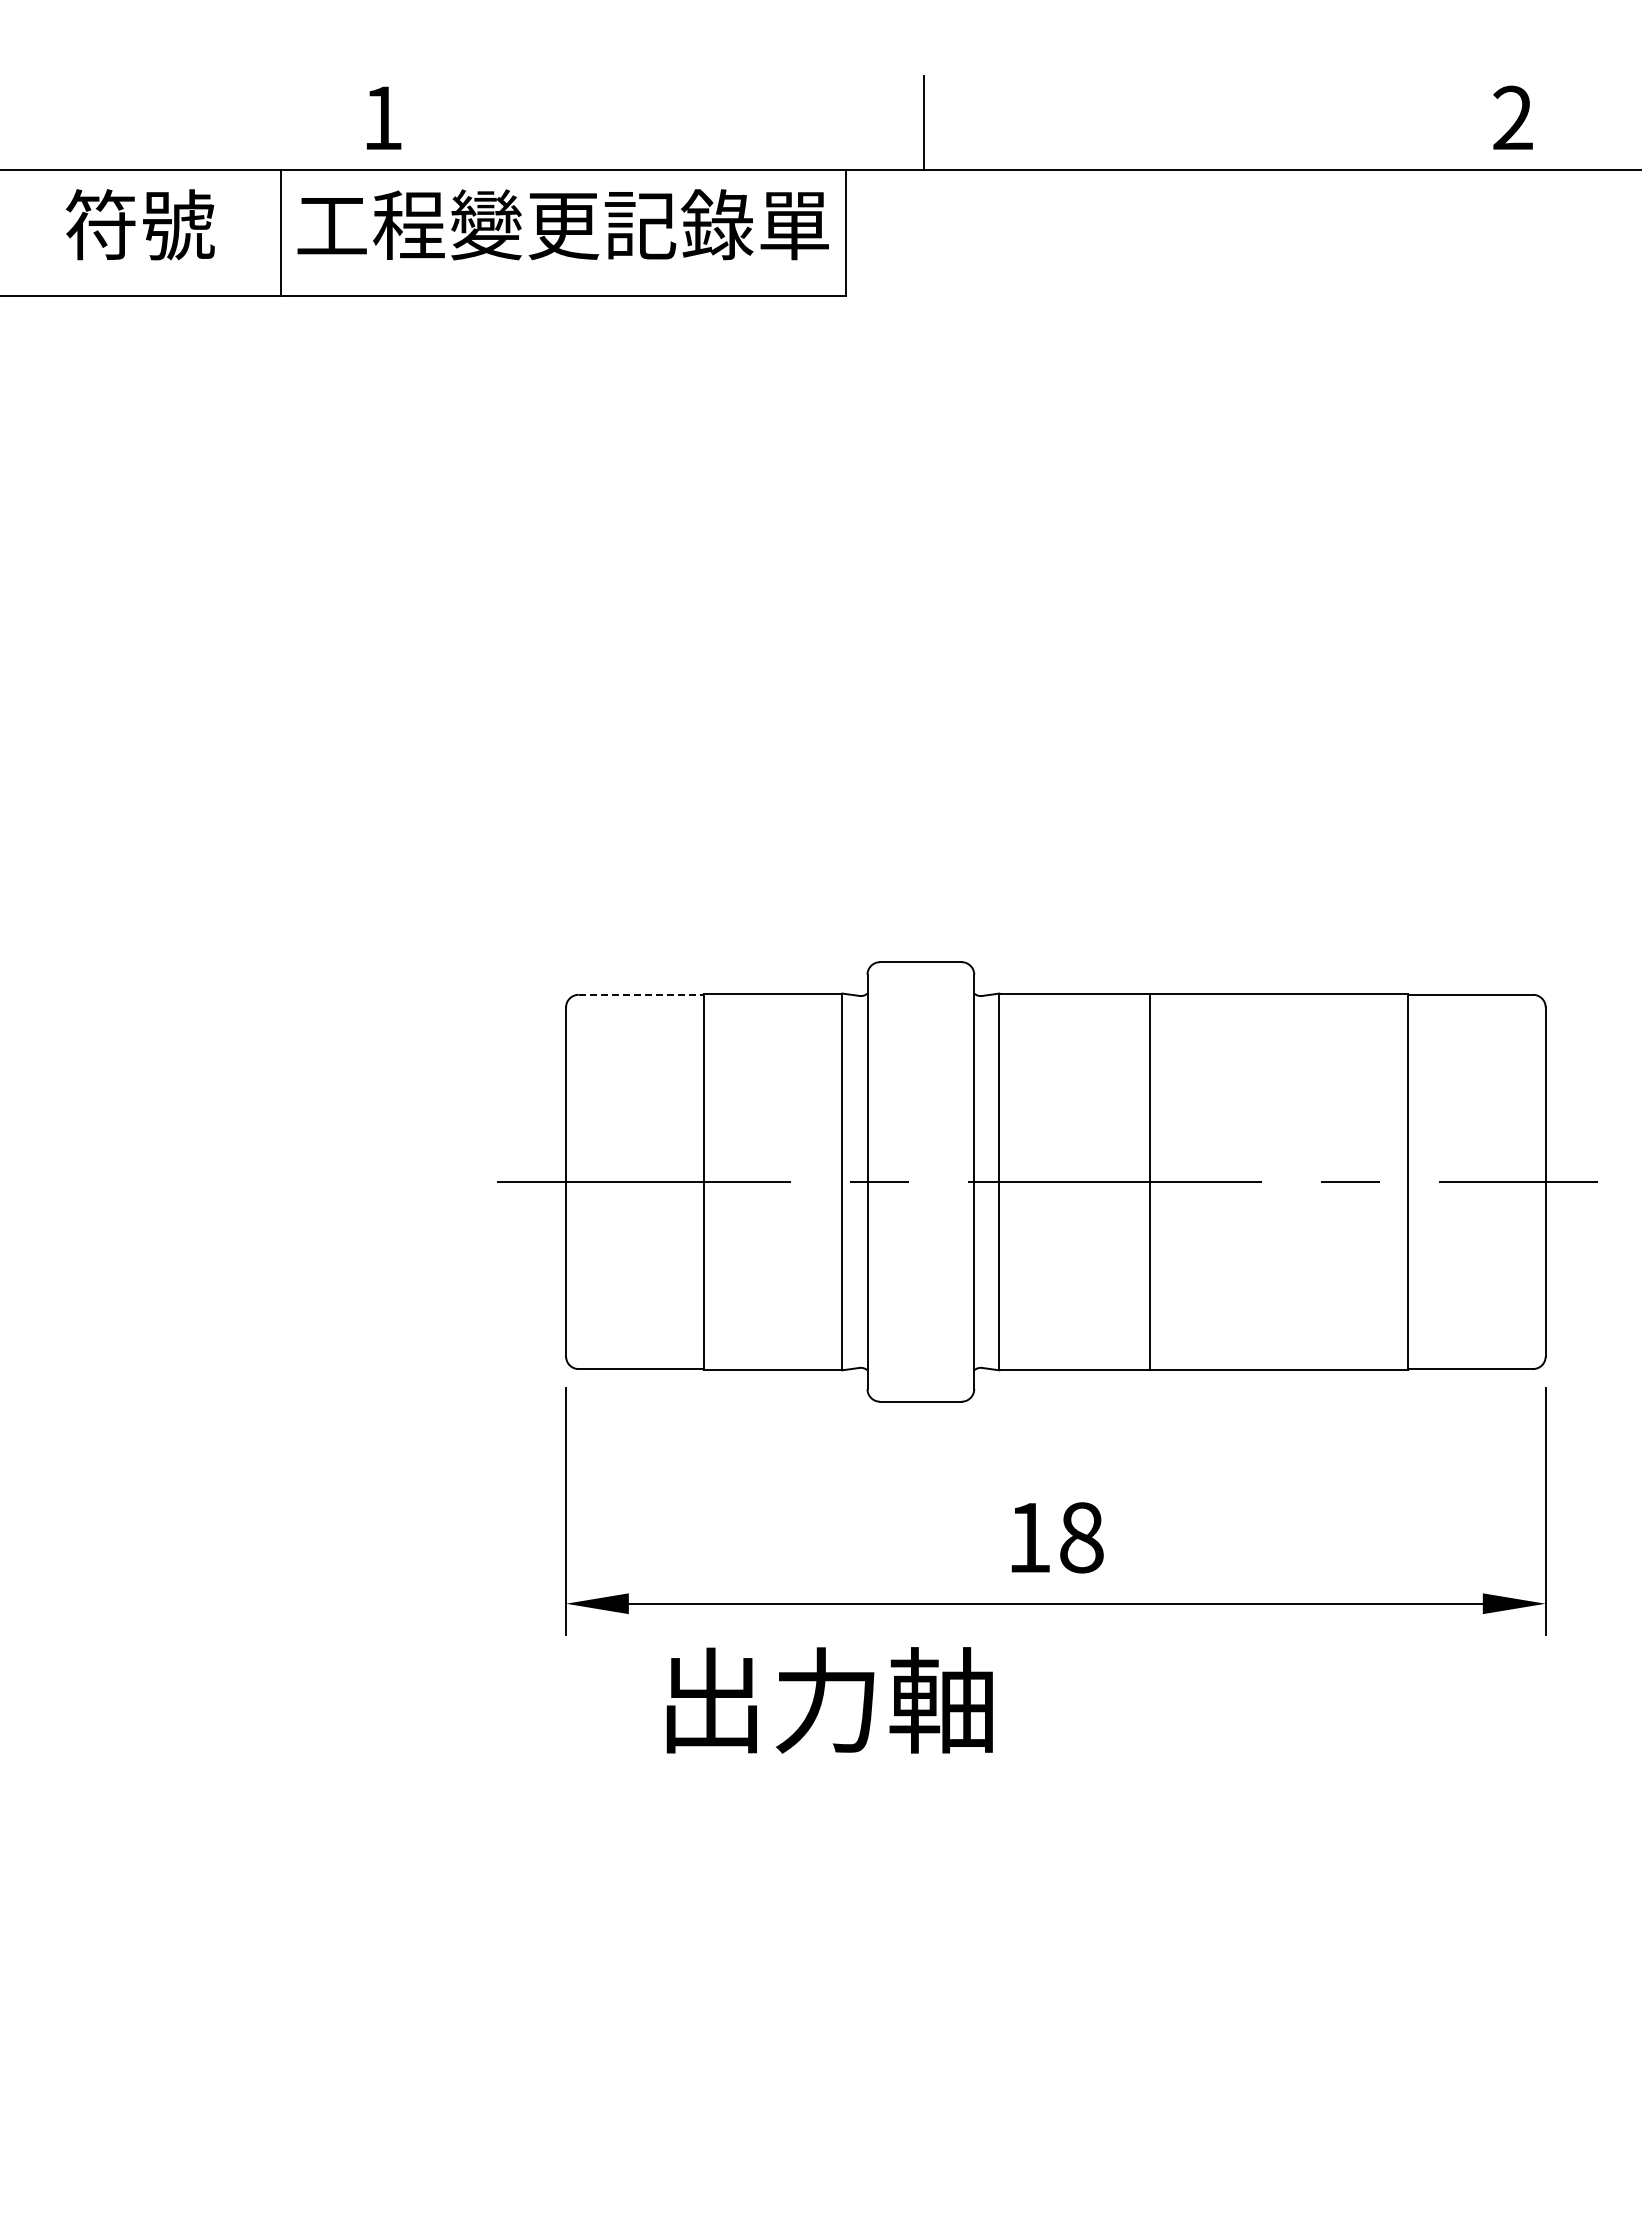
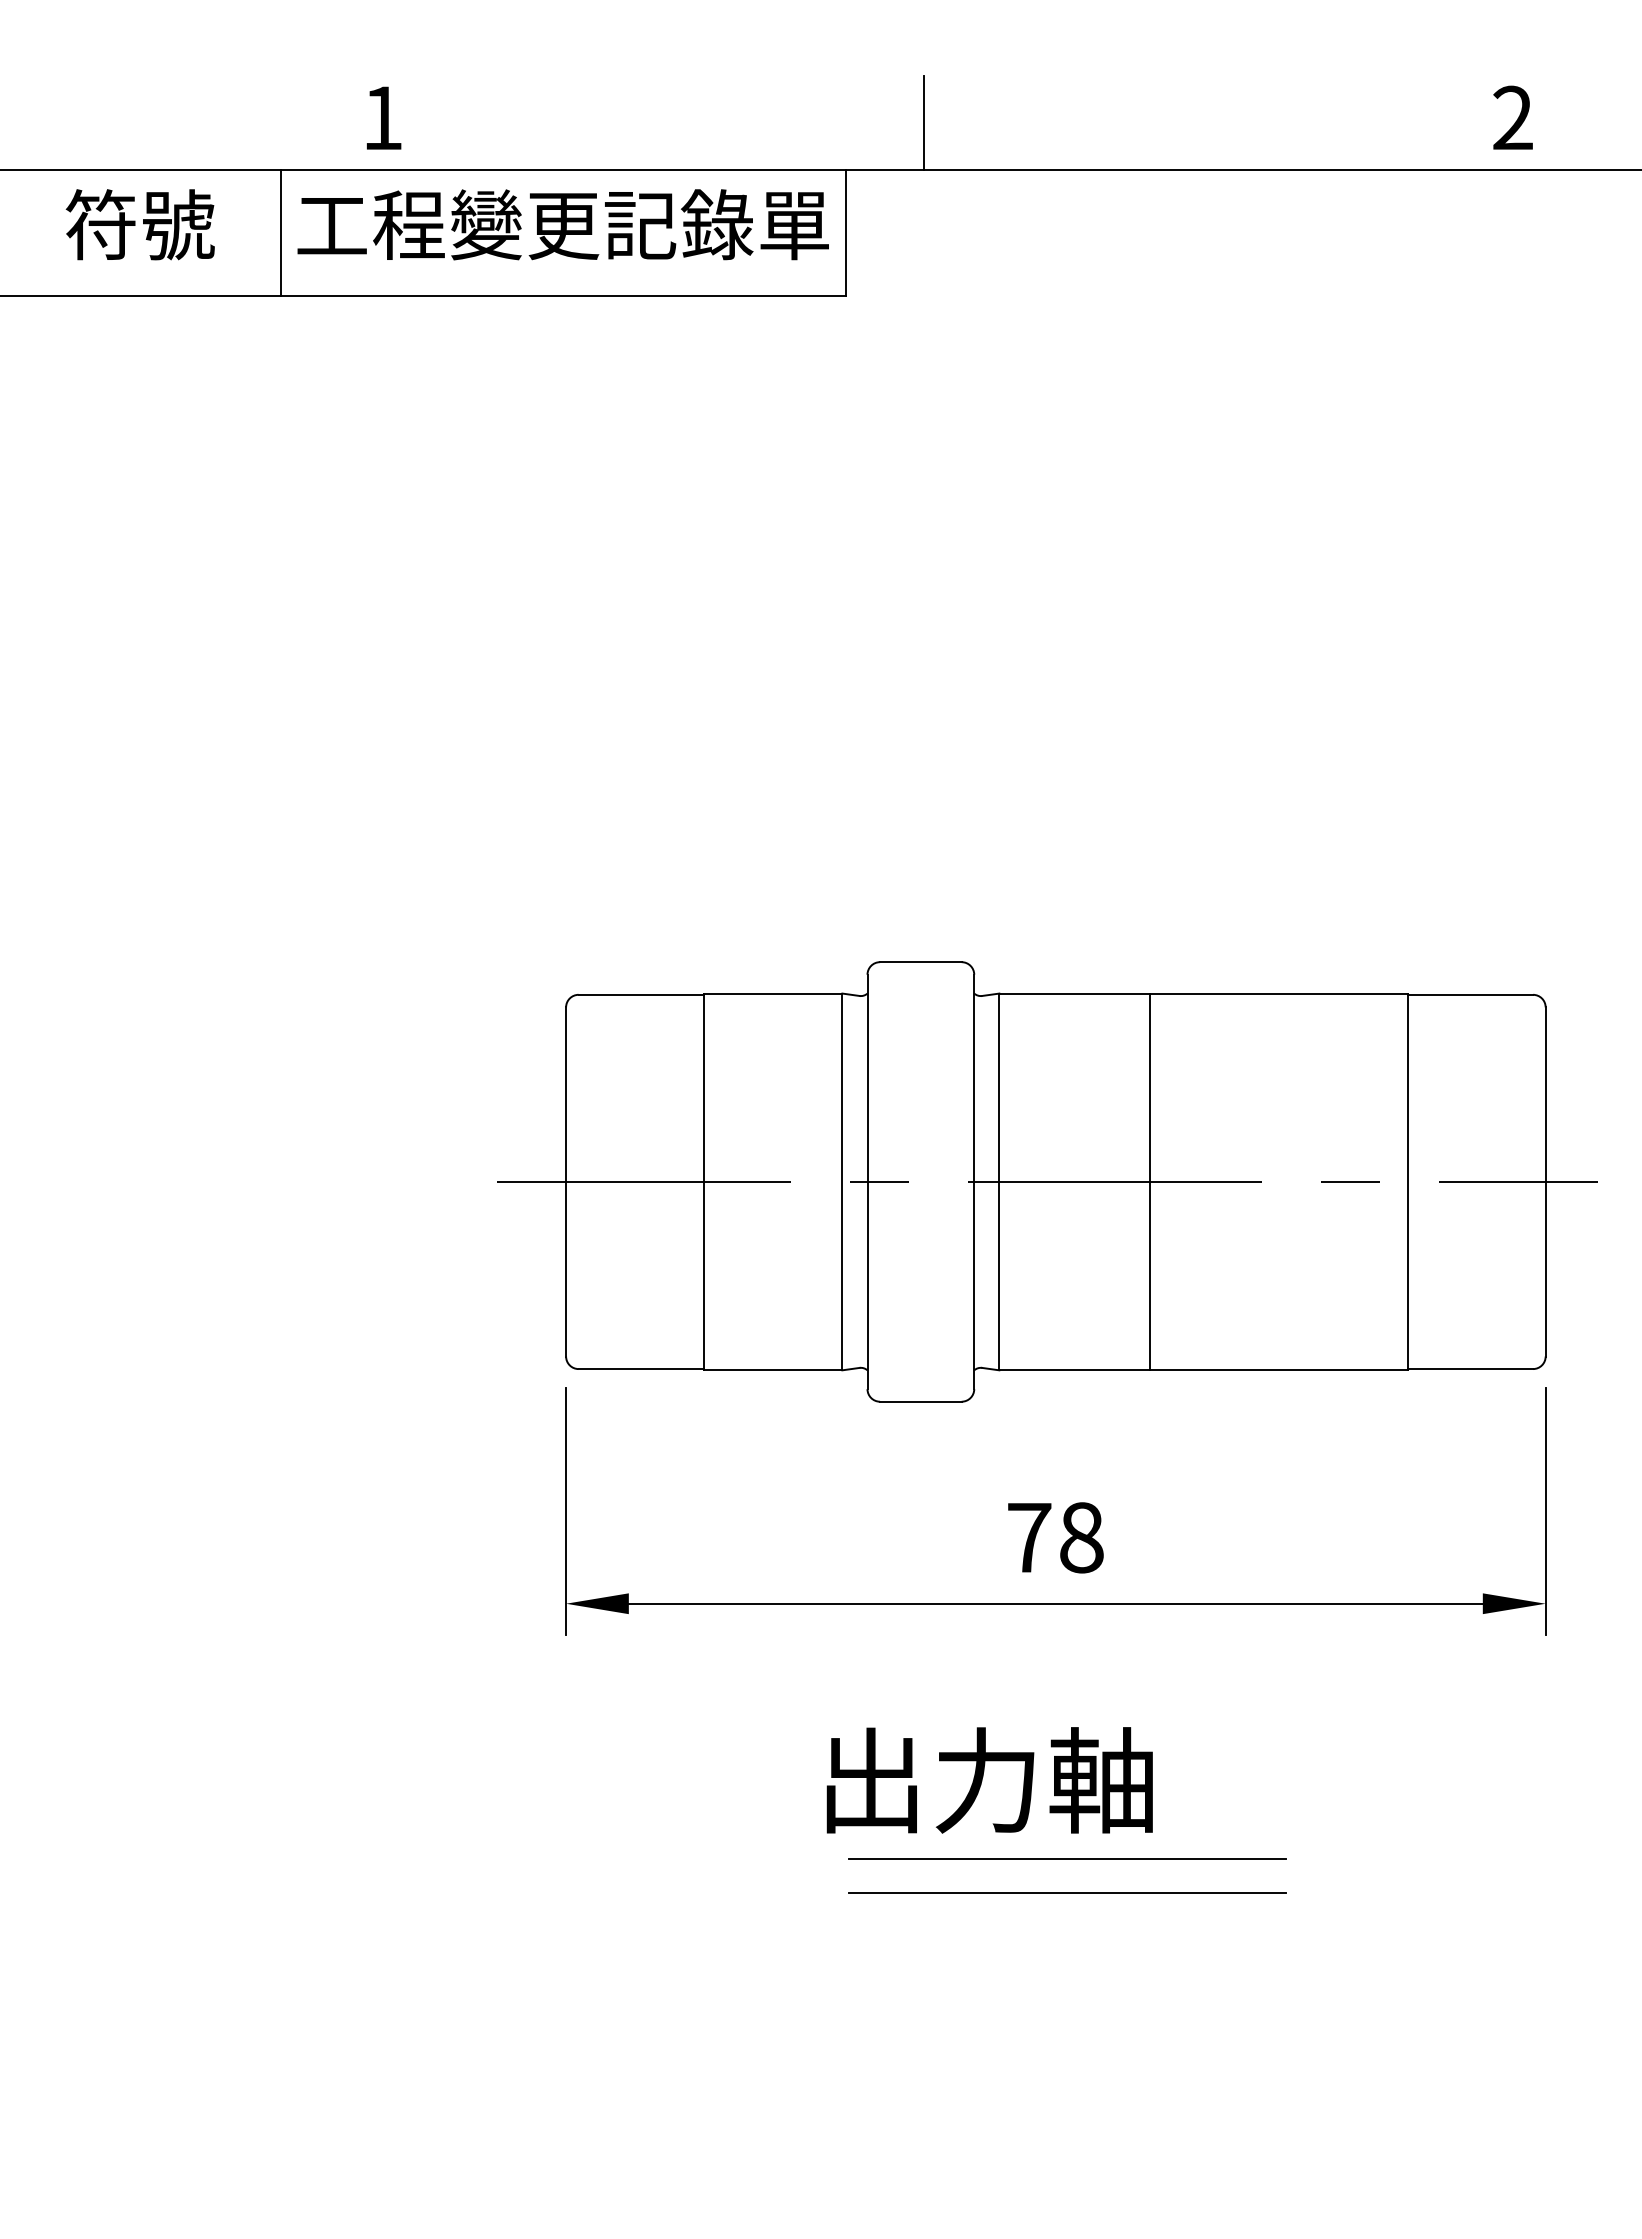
line at (641, 994): dashed -> solid
text at (1029, 1537): 18 -> 78
text at (829, 1700) position: (829, 1700) -> (989, 1780)
line at (1067, 1858): none -> present
line at (1067, 1892): none -> present
